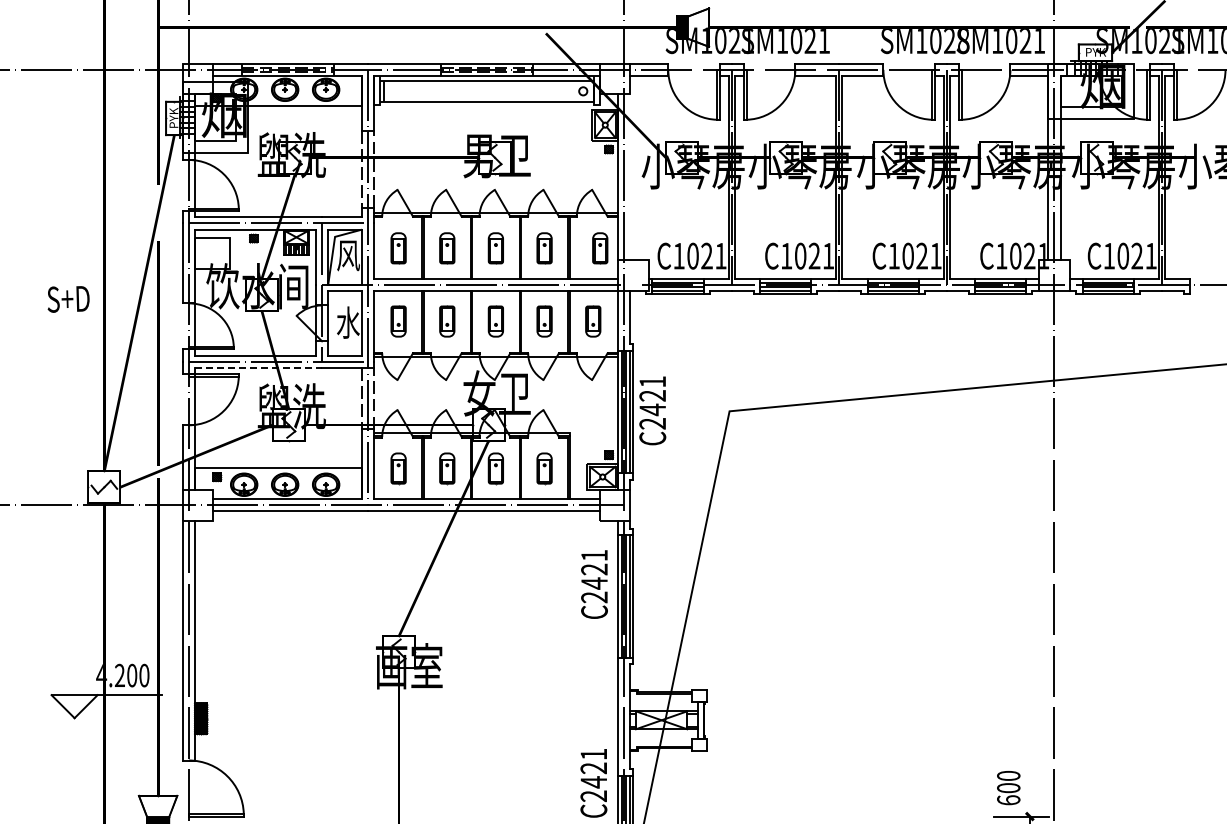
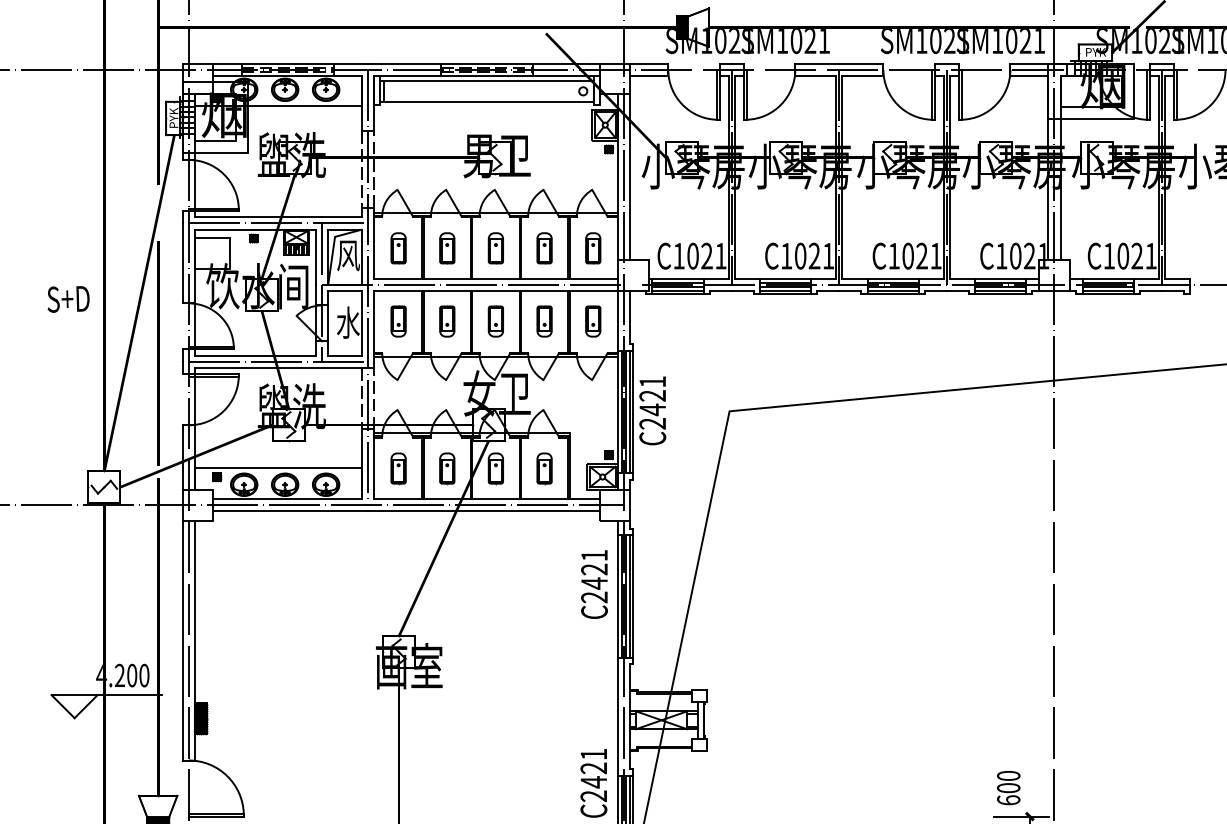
text at (963, 42): SM1028 -> SM1021
line at (630, 177): none -> present
part at (600, 248) position: (600, 248) -> (593, 248)
line at (258, 367): dashed -> solid
